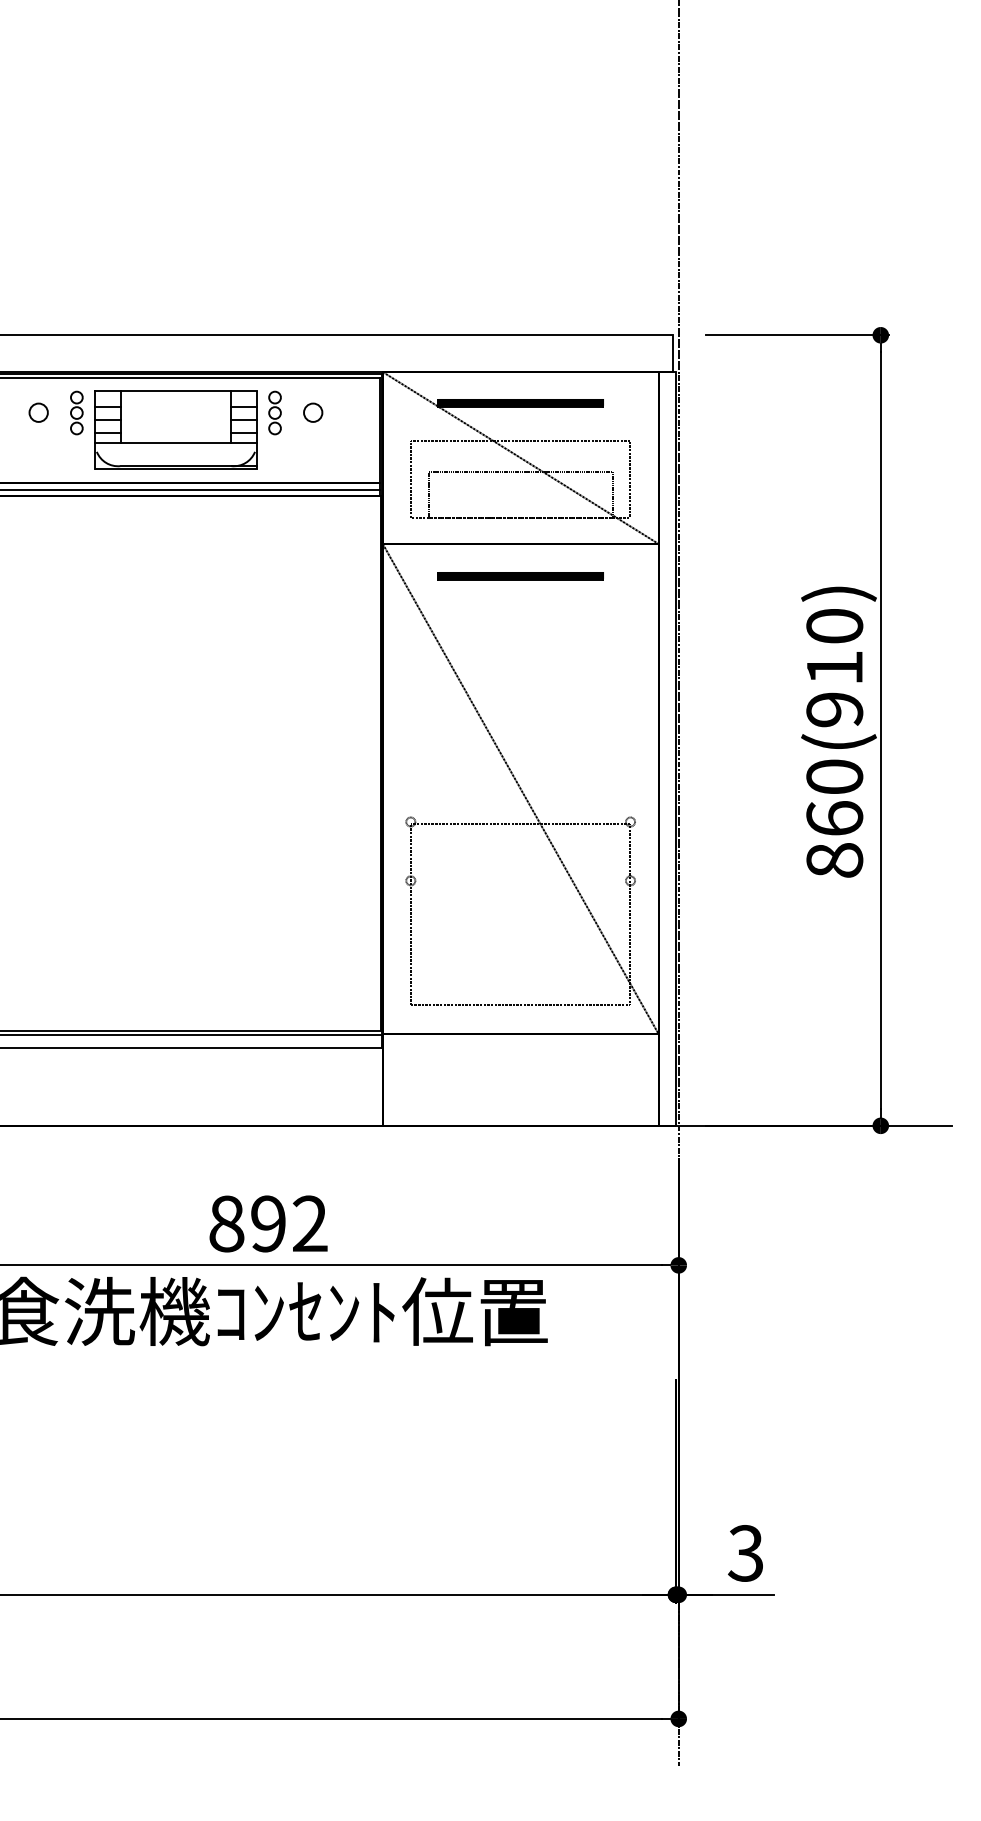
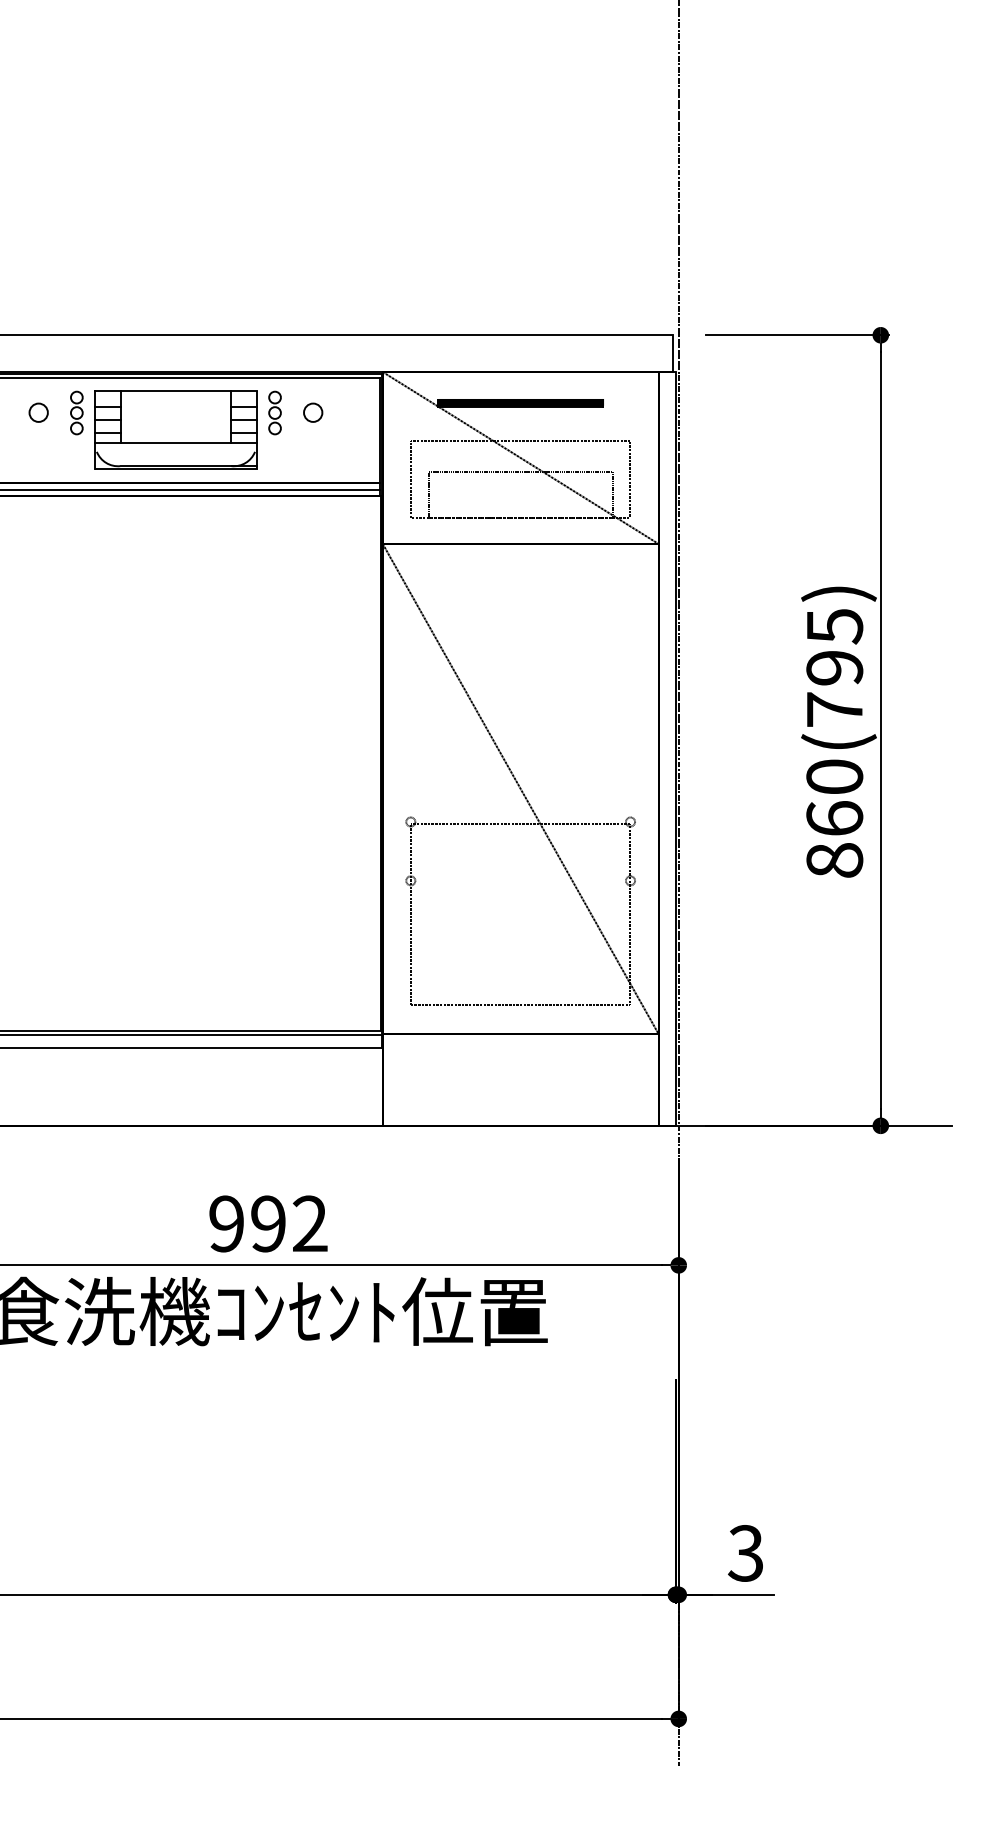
part at (520, 576): present -> none
text at (834, 668): 860(910) -> 860(795)
text at (226, 1223): 892 -> 992
